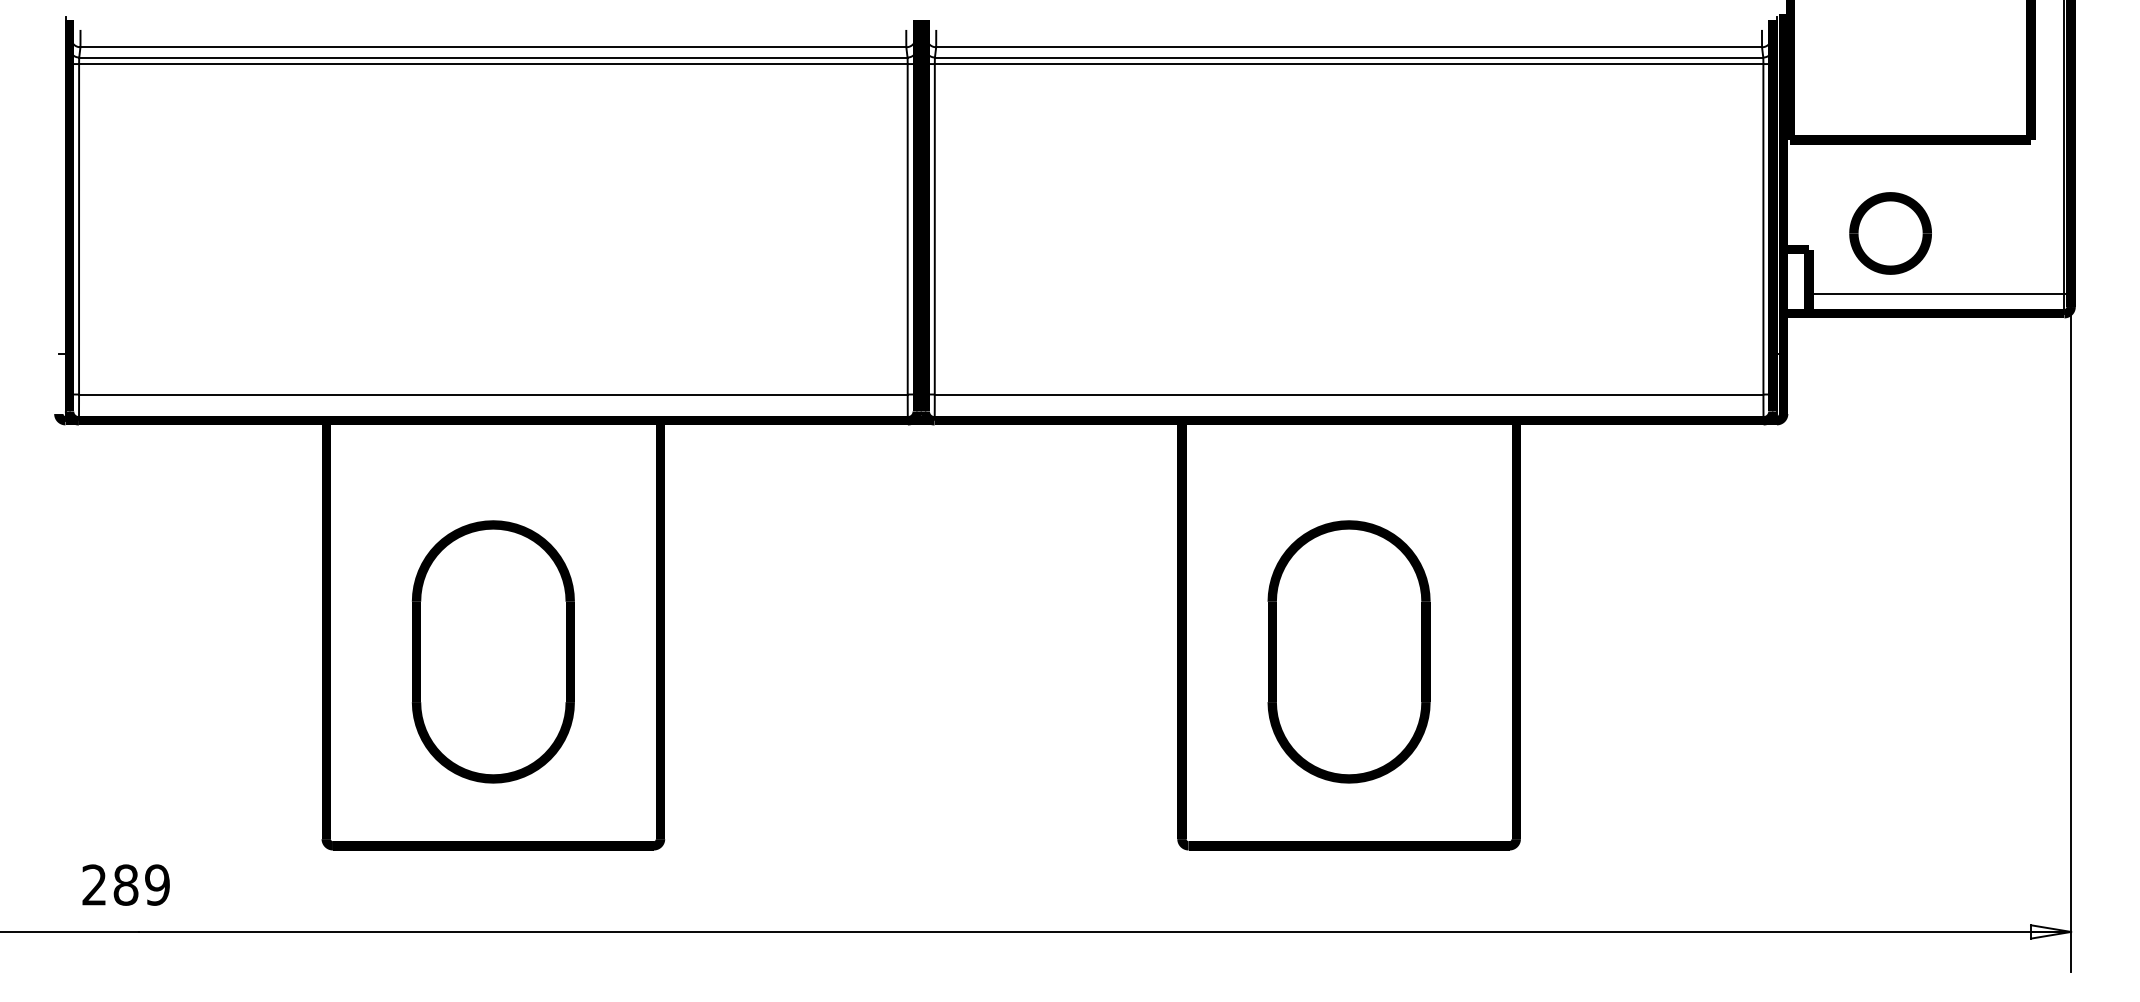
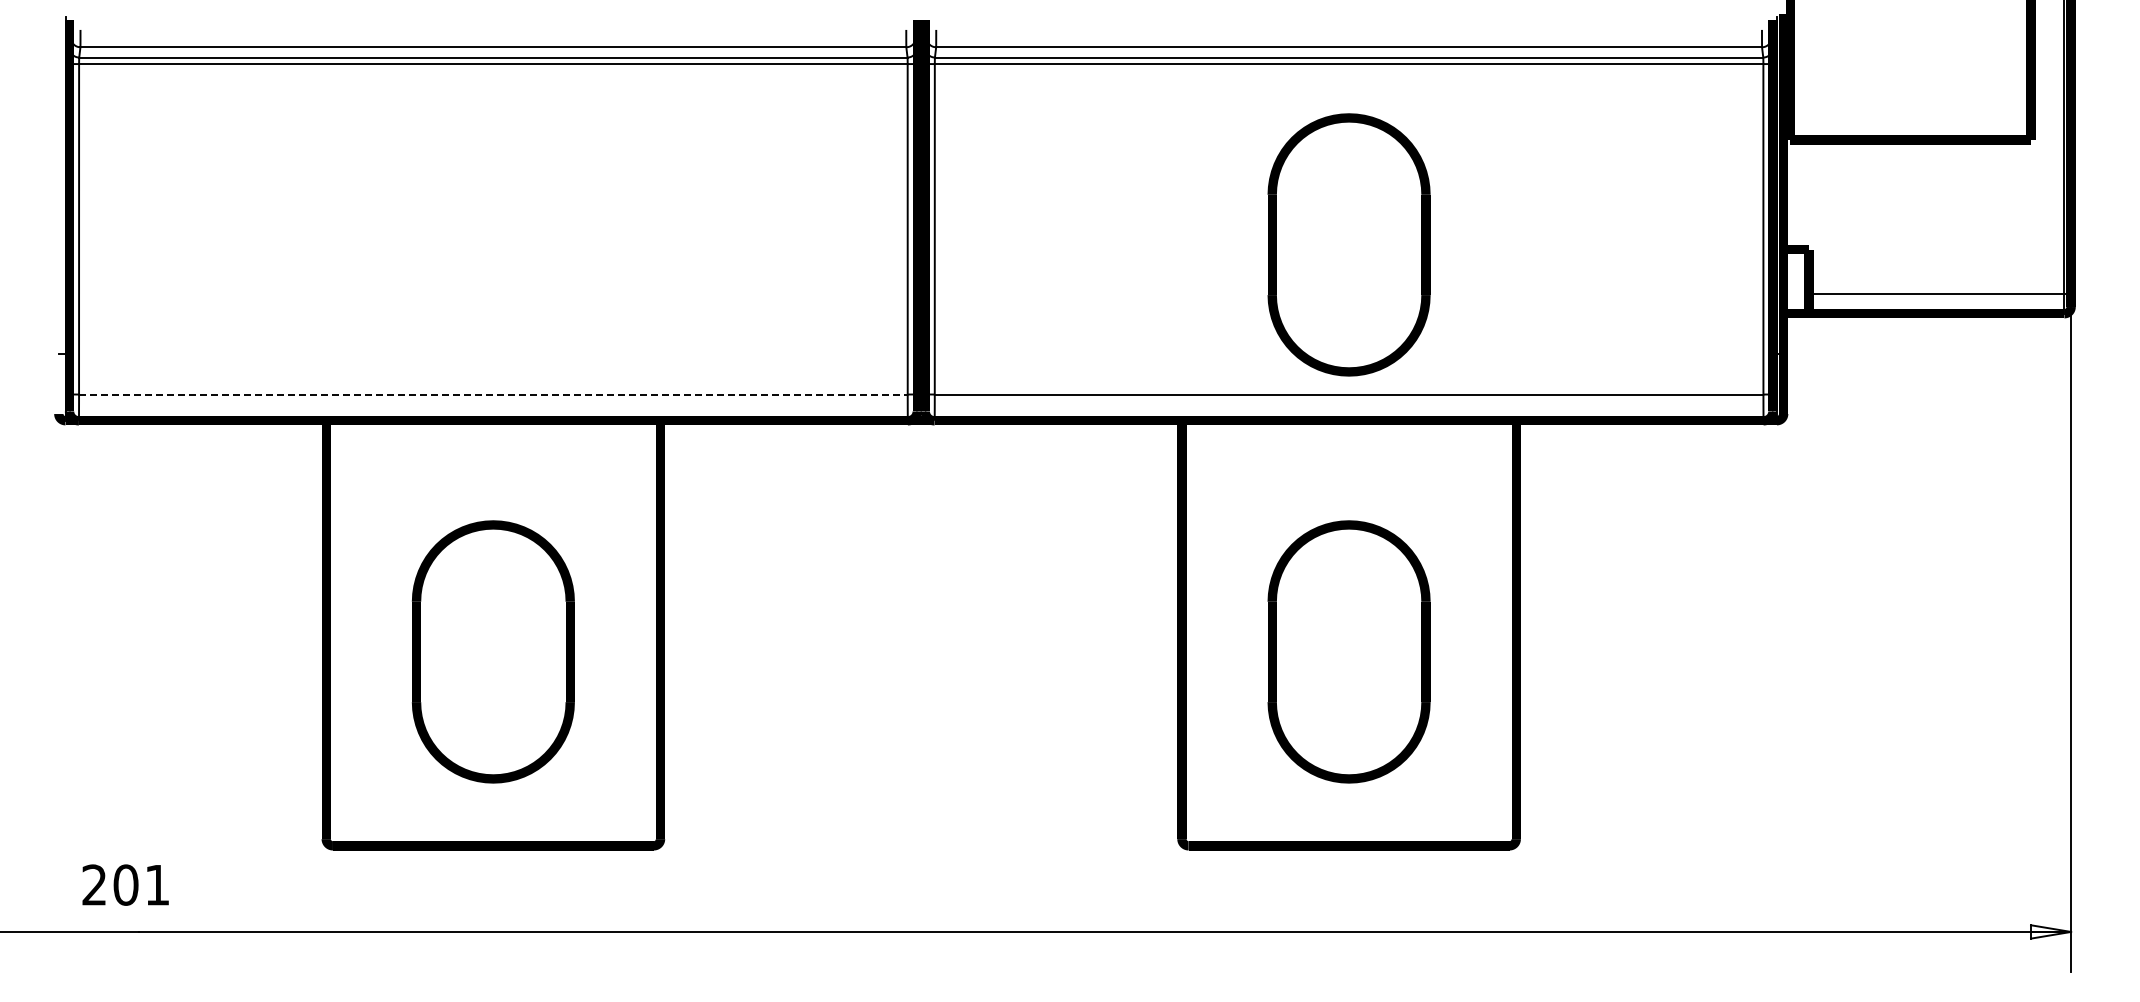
part at (1890, 233): present -> none
part at (1348, 244): none -> present
line at (493, 394): solid -> dashed
text at (141, 884): 289 -> 201
